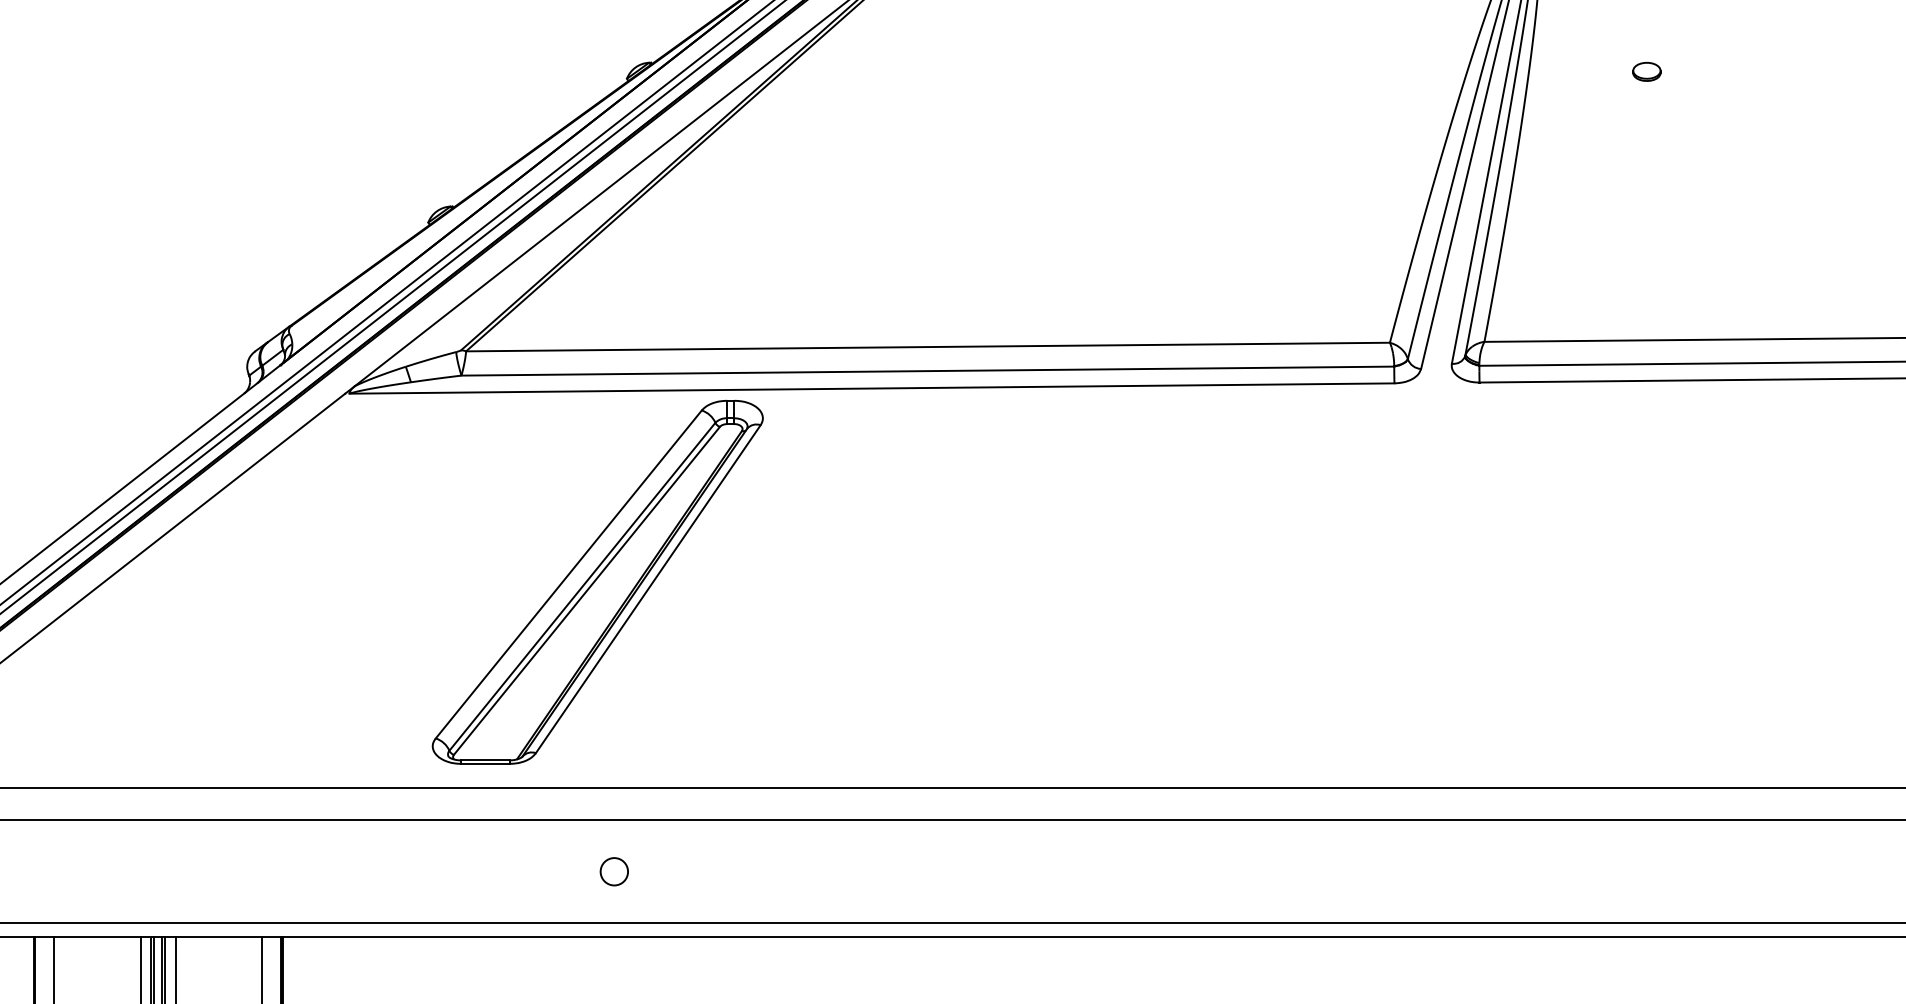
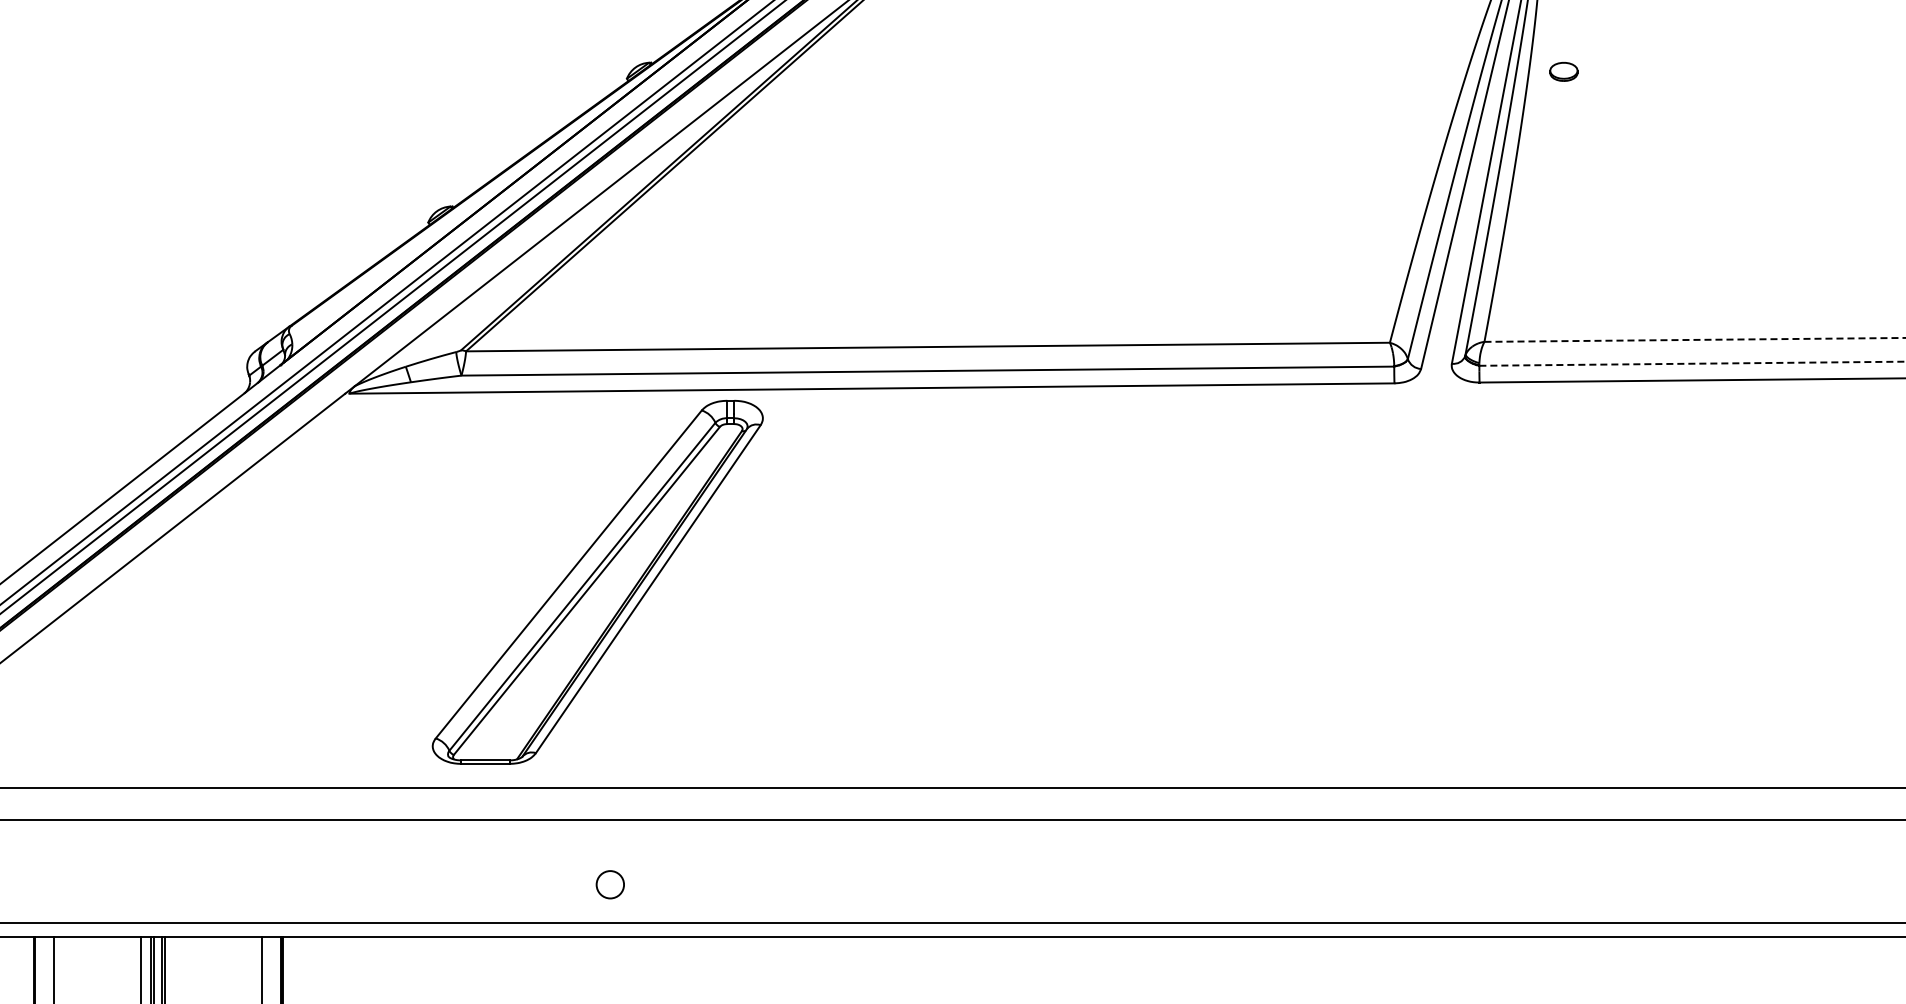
part at (1646, 71) position: (1646, 71) -> (1563, 71)
line at (1694, 339): solid -> dashed
line at (1692, 363): solid -> dashed
circle at (613, 871) position: (613, 871) -> (609, 884)
line at (175, 968): present -> none
